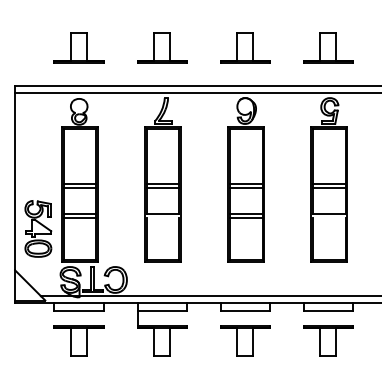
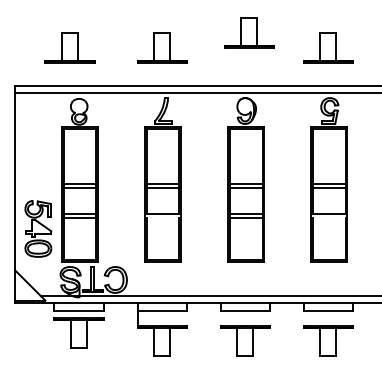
part at (78, 47) position: (78, 47) -> (69, 47)
part at (245, 47) position: (245, 47) -> (249, 32)
part at (78, 340) position: (78, 340) -> (78, 332)
